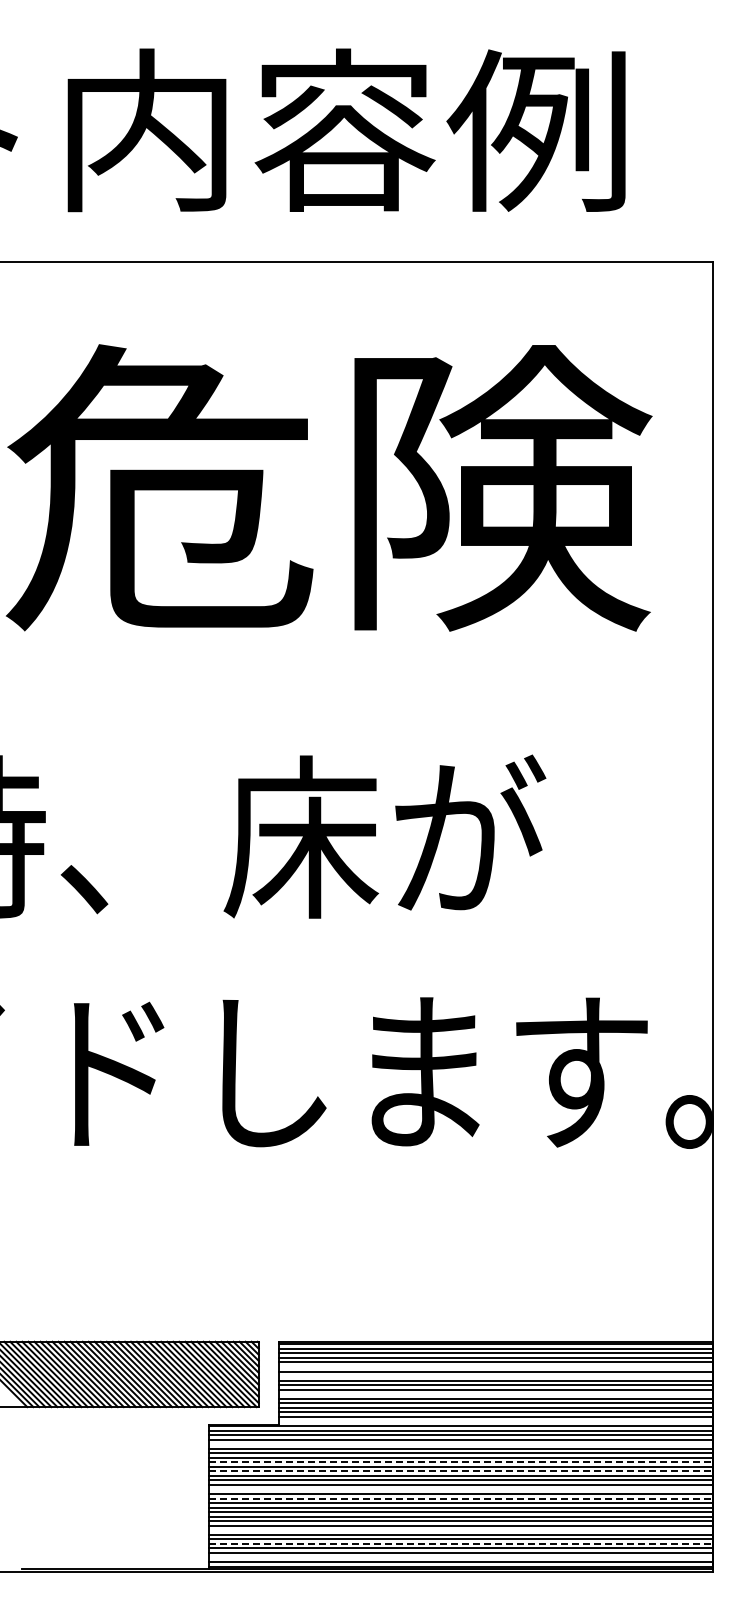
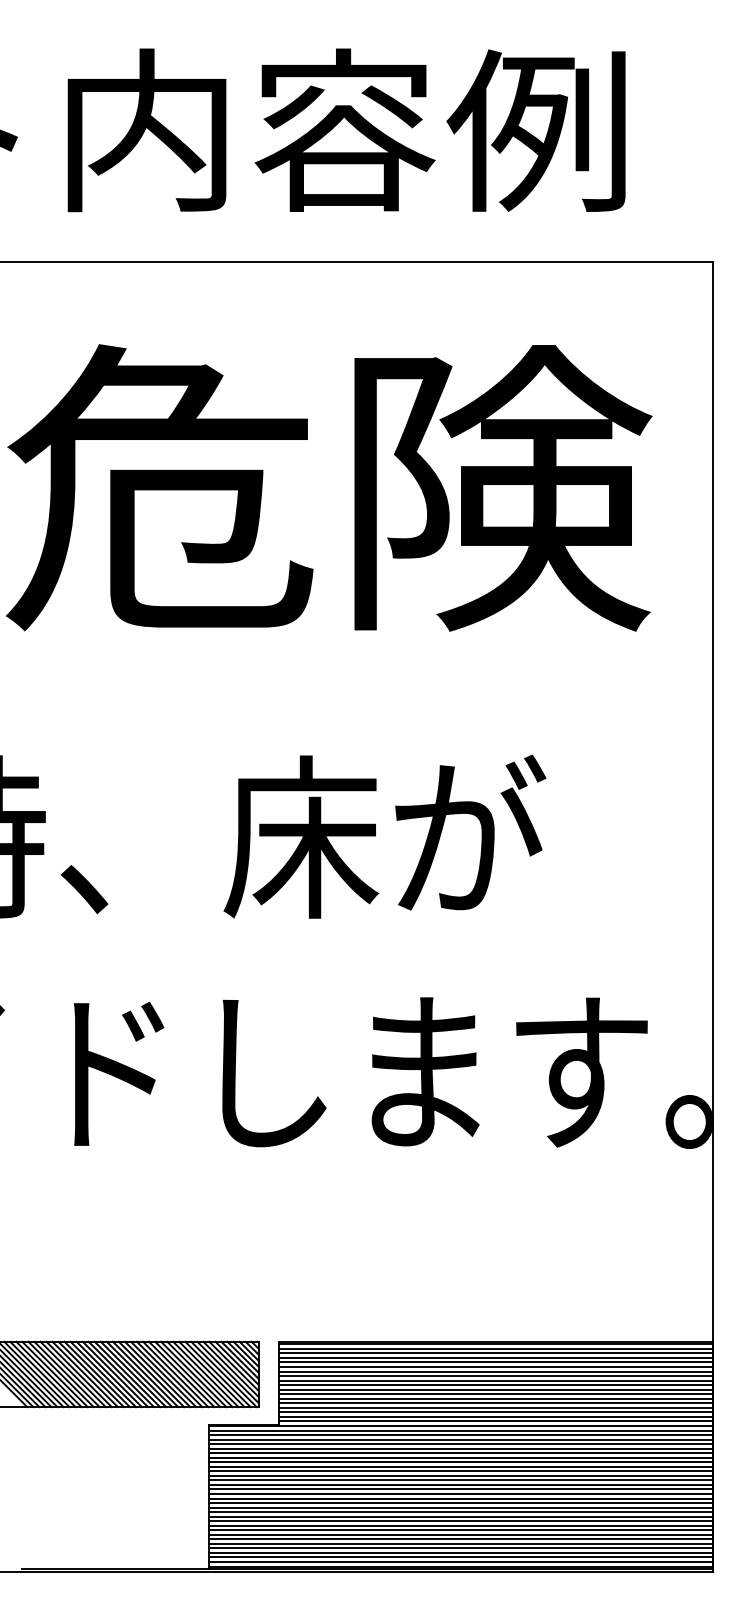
line at (495, 1366): none -> present
line at (495, 1376): none -> present
line at (495, 1394): none -> present
line at (495, 1421): none -> present
line at (460, 1444): none -> present
line at (461, 1462): dashed -> solid
line at (461, 1471): dashed -> solid
line at (460, 1489): none -> present
line at (461, 1498): dashed -> solid
line at (460, 1530): none -> present
line at (461, 1543): dashed -> solid
line at (460, 1557): none -> present
